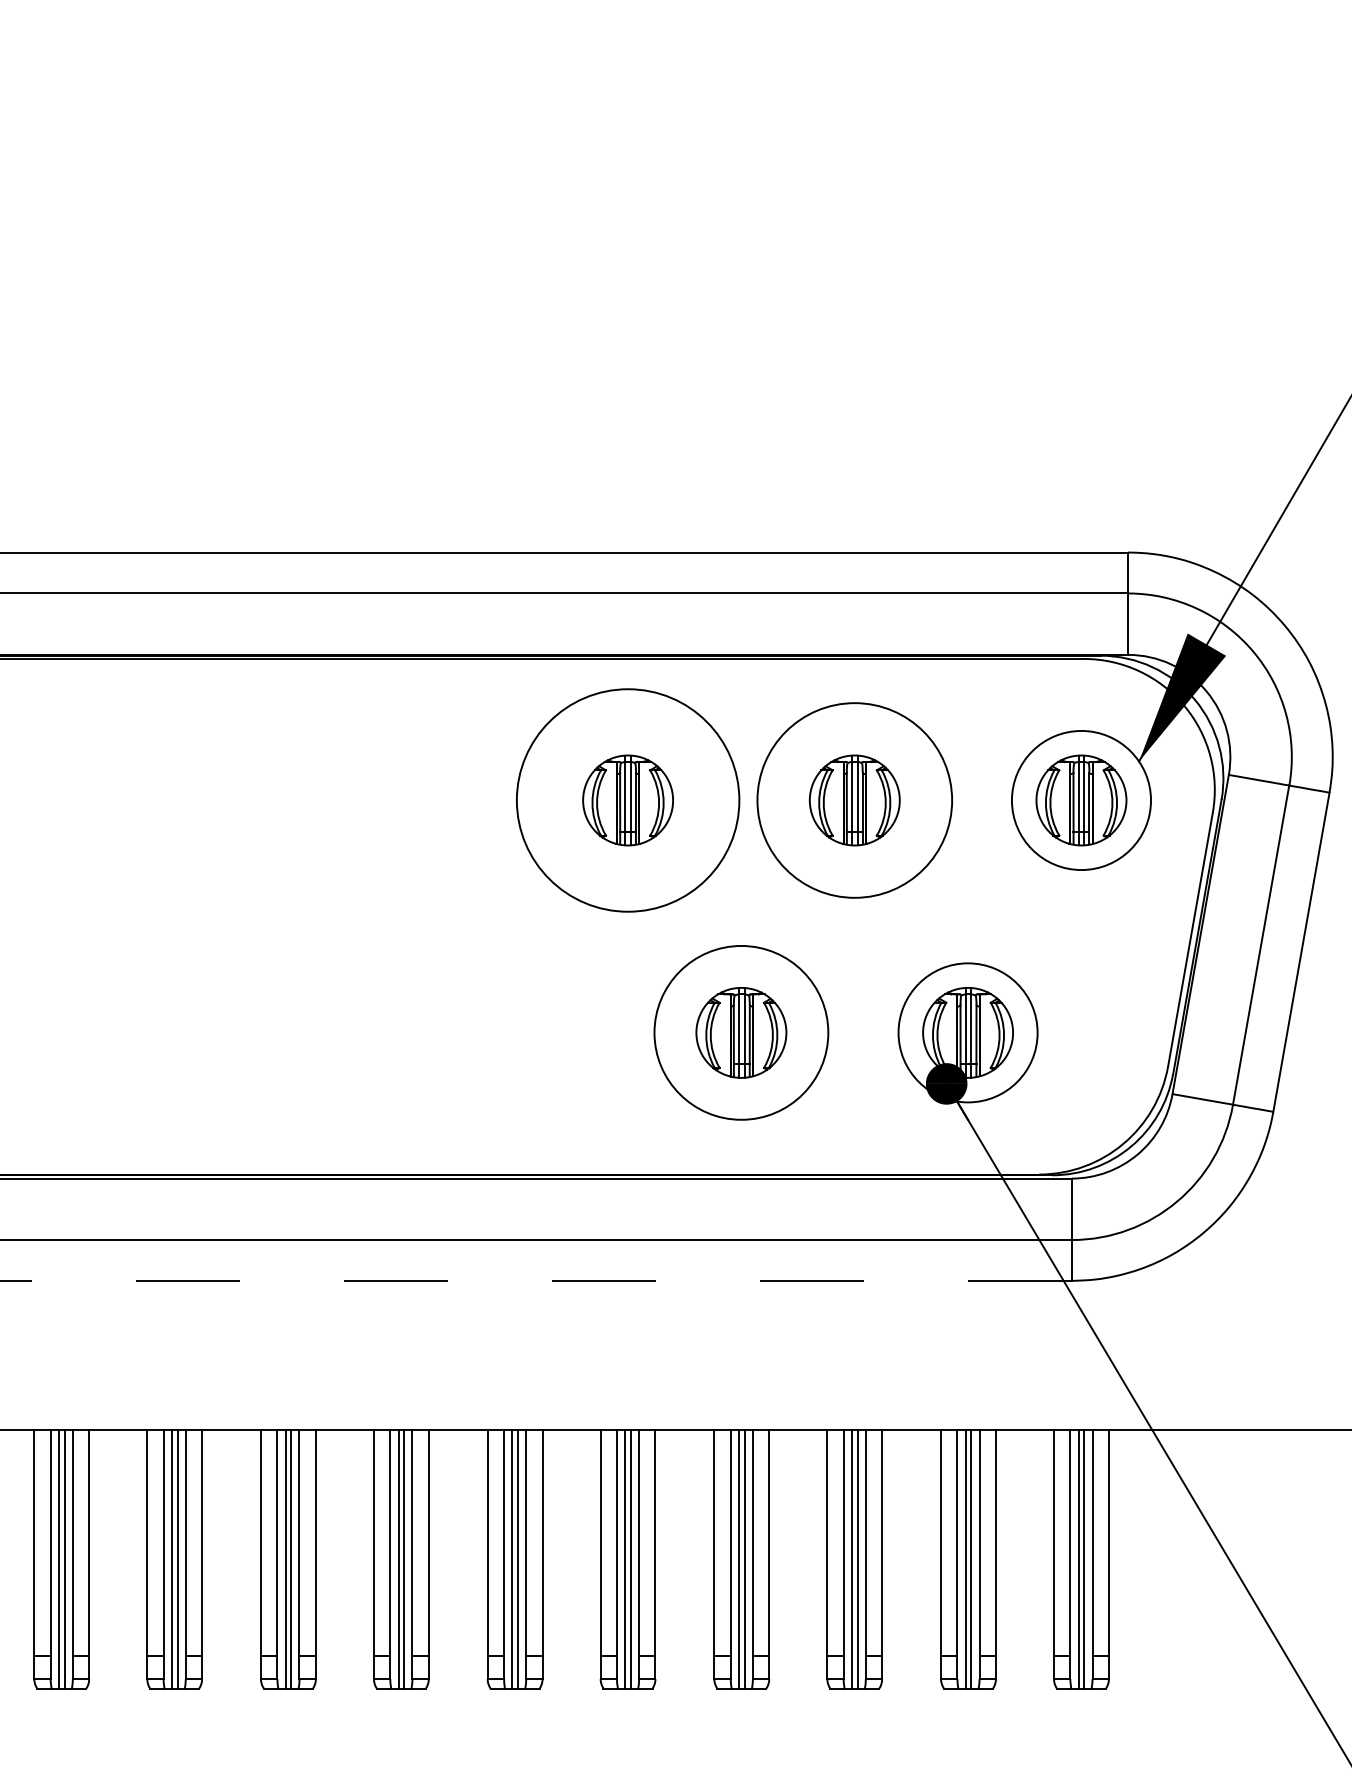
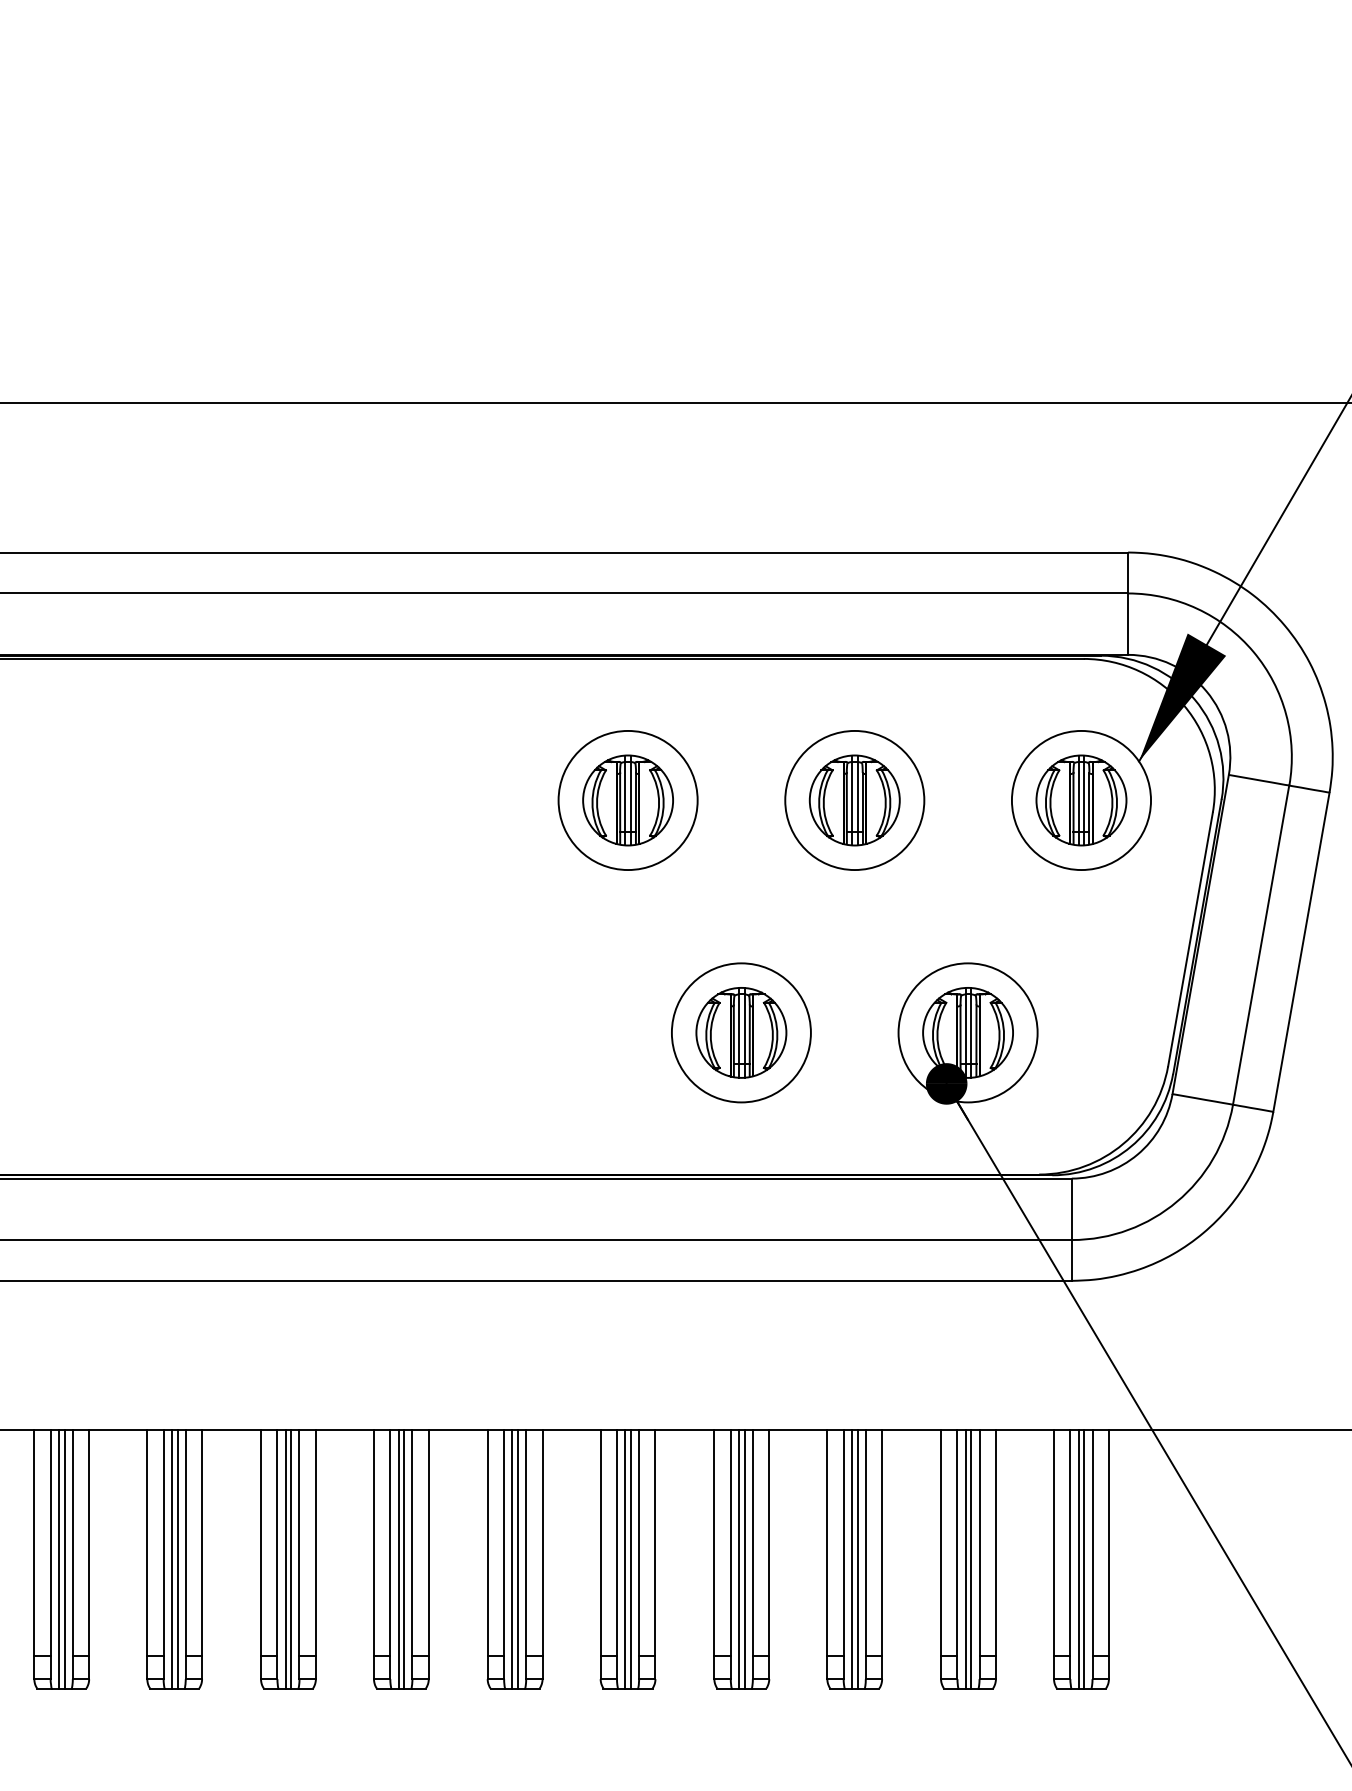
line at (675, 403): none -> present
circle at (627, 800) diameter: 222 px -> 139 px
circle at (854, 800) diameter: 195 px -> 139 px
circle at (741, 1032) diameter: 174 px -> 139 px
line at (536, 1280): dashed -> solid
